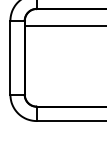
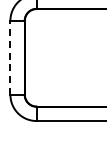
line at (63, 25): present -> none
line at (10, 57): solid -> dashed
